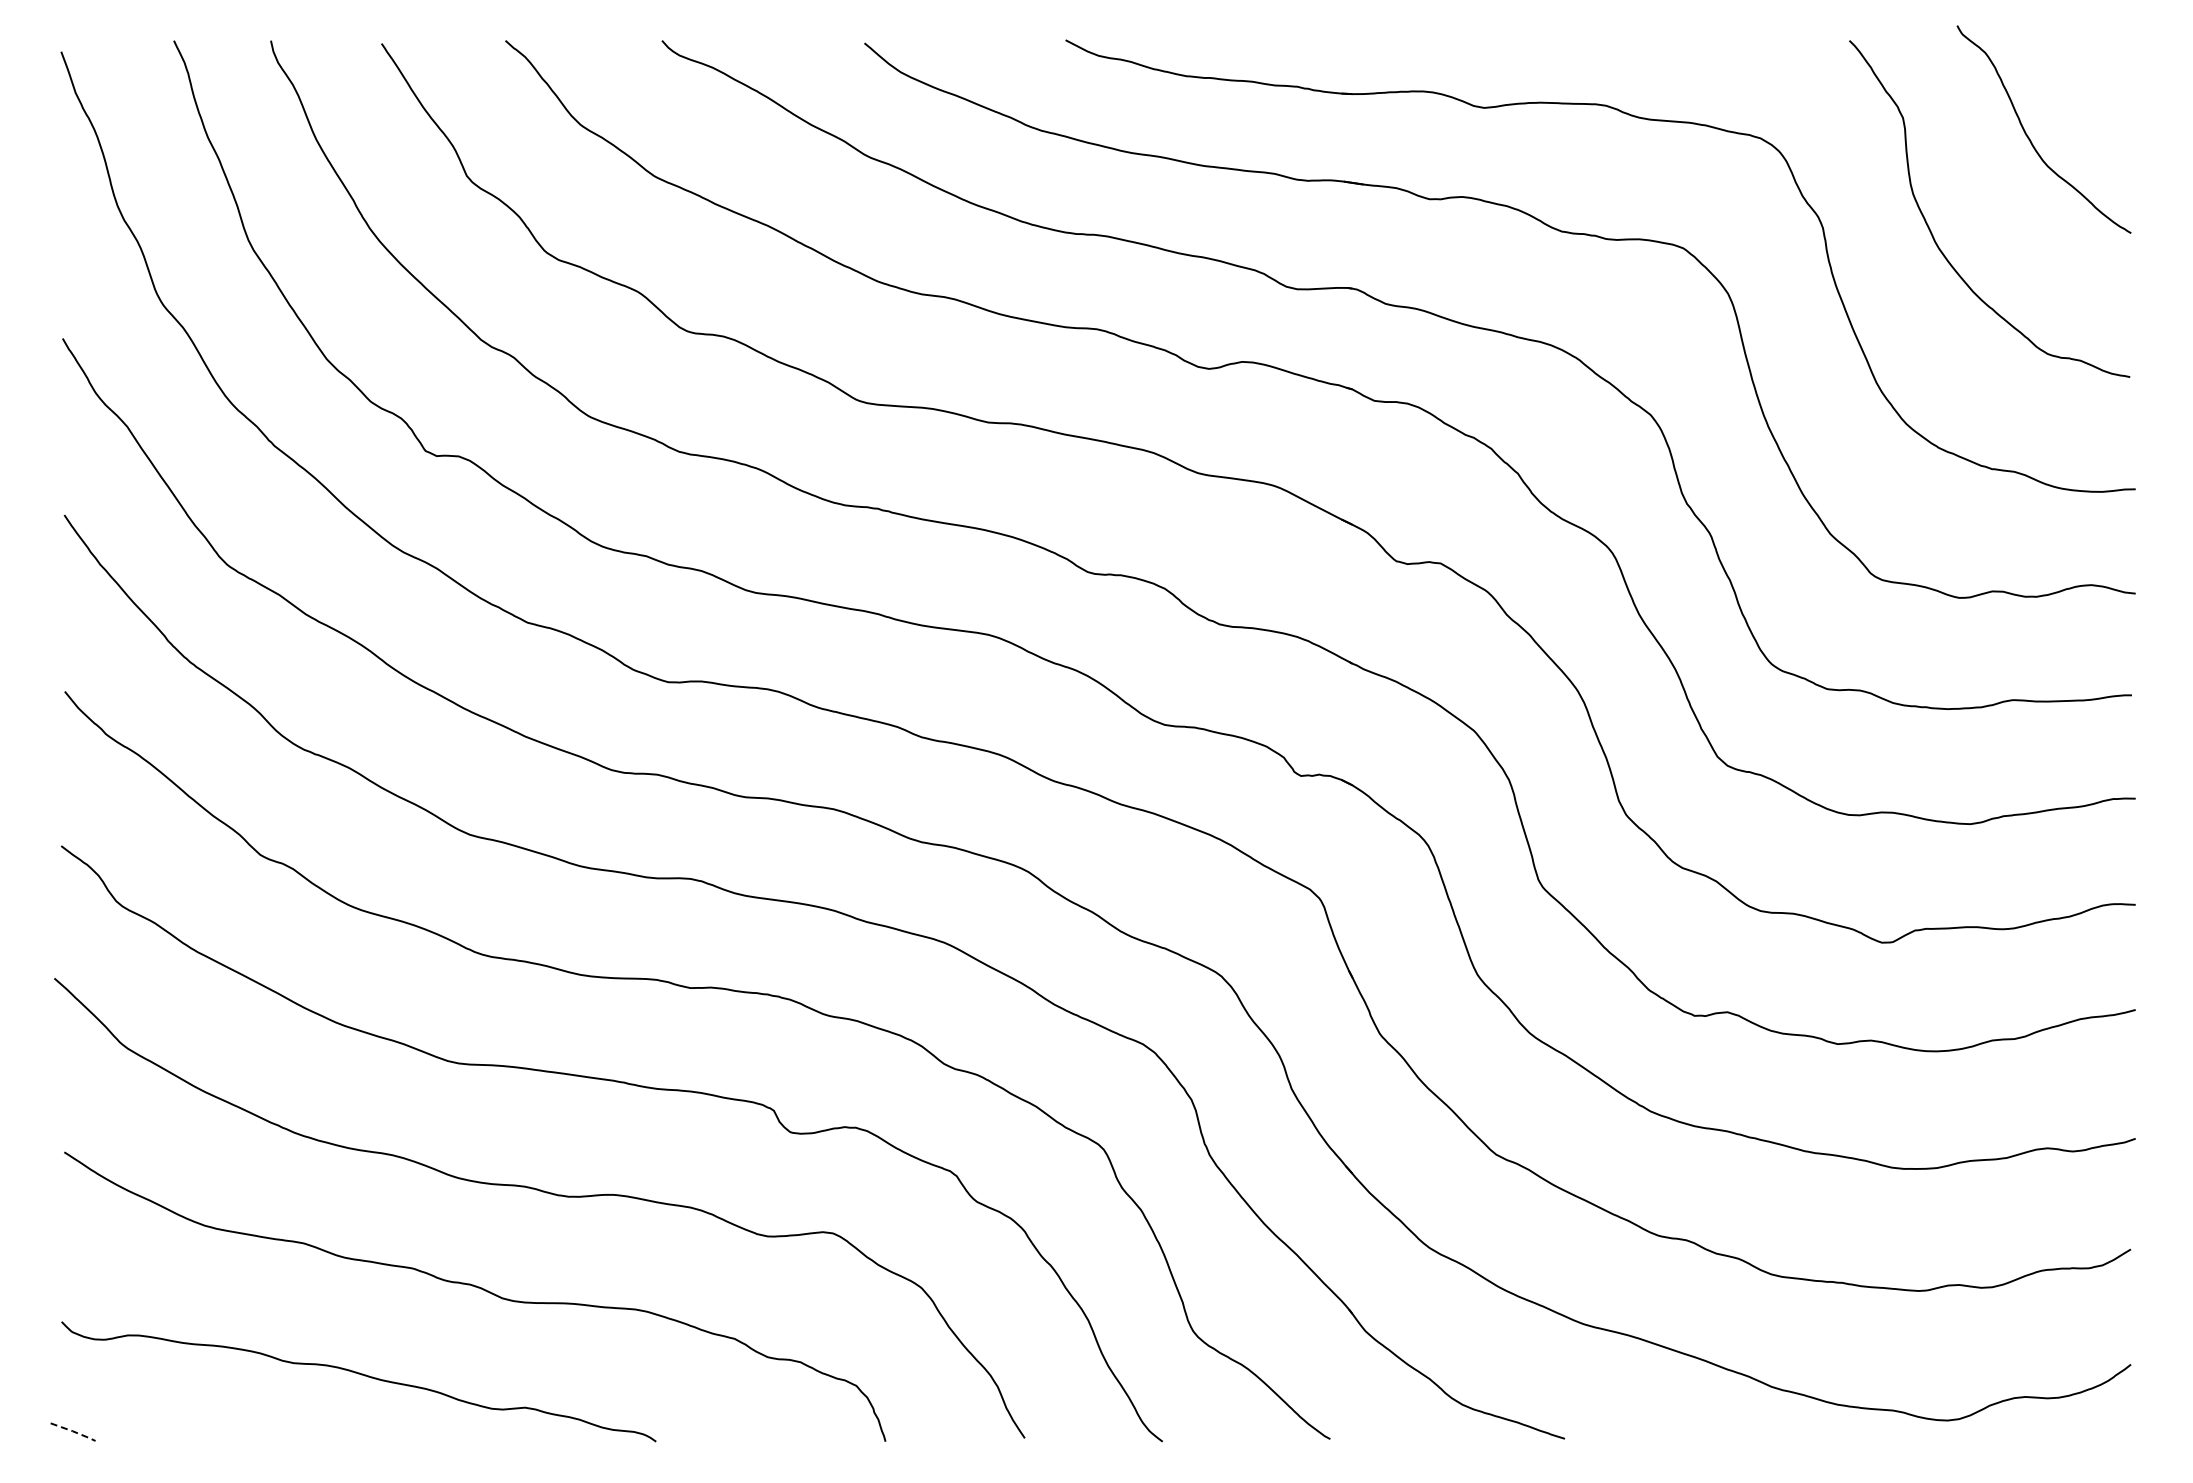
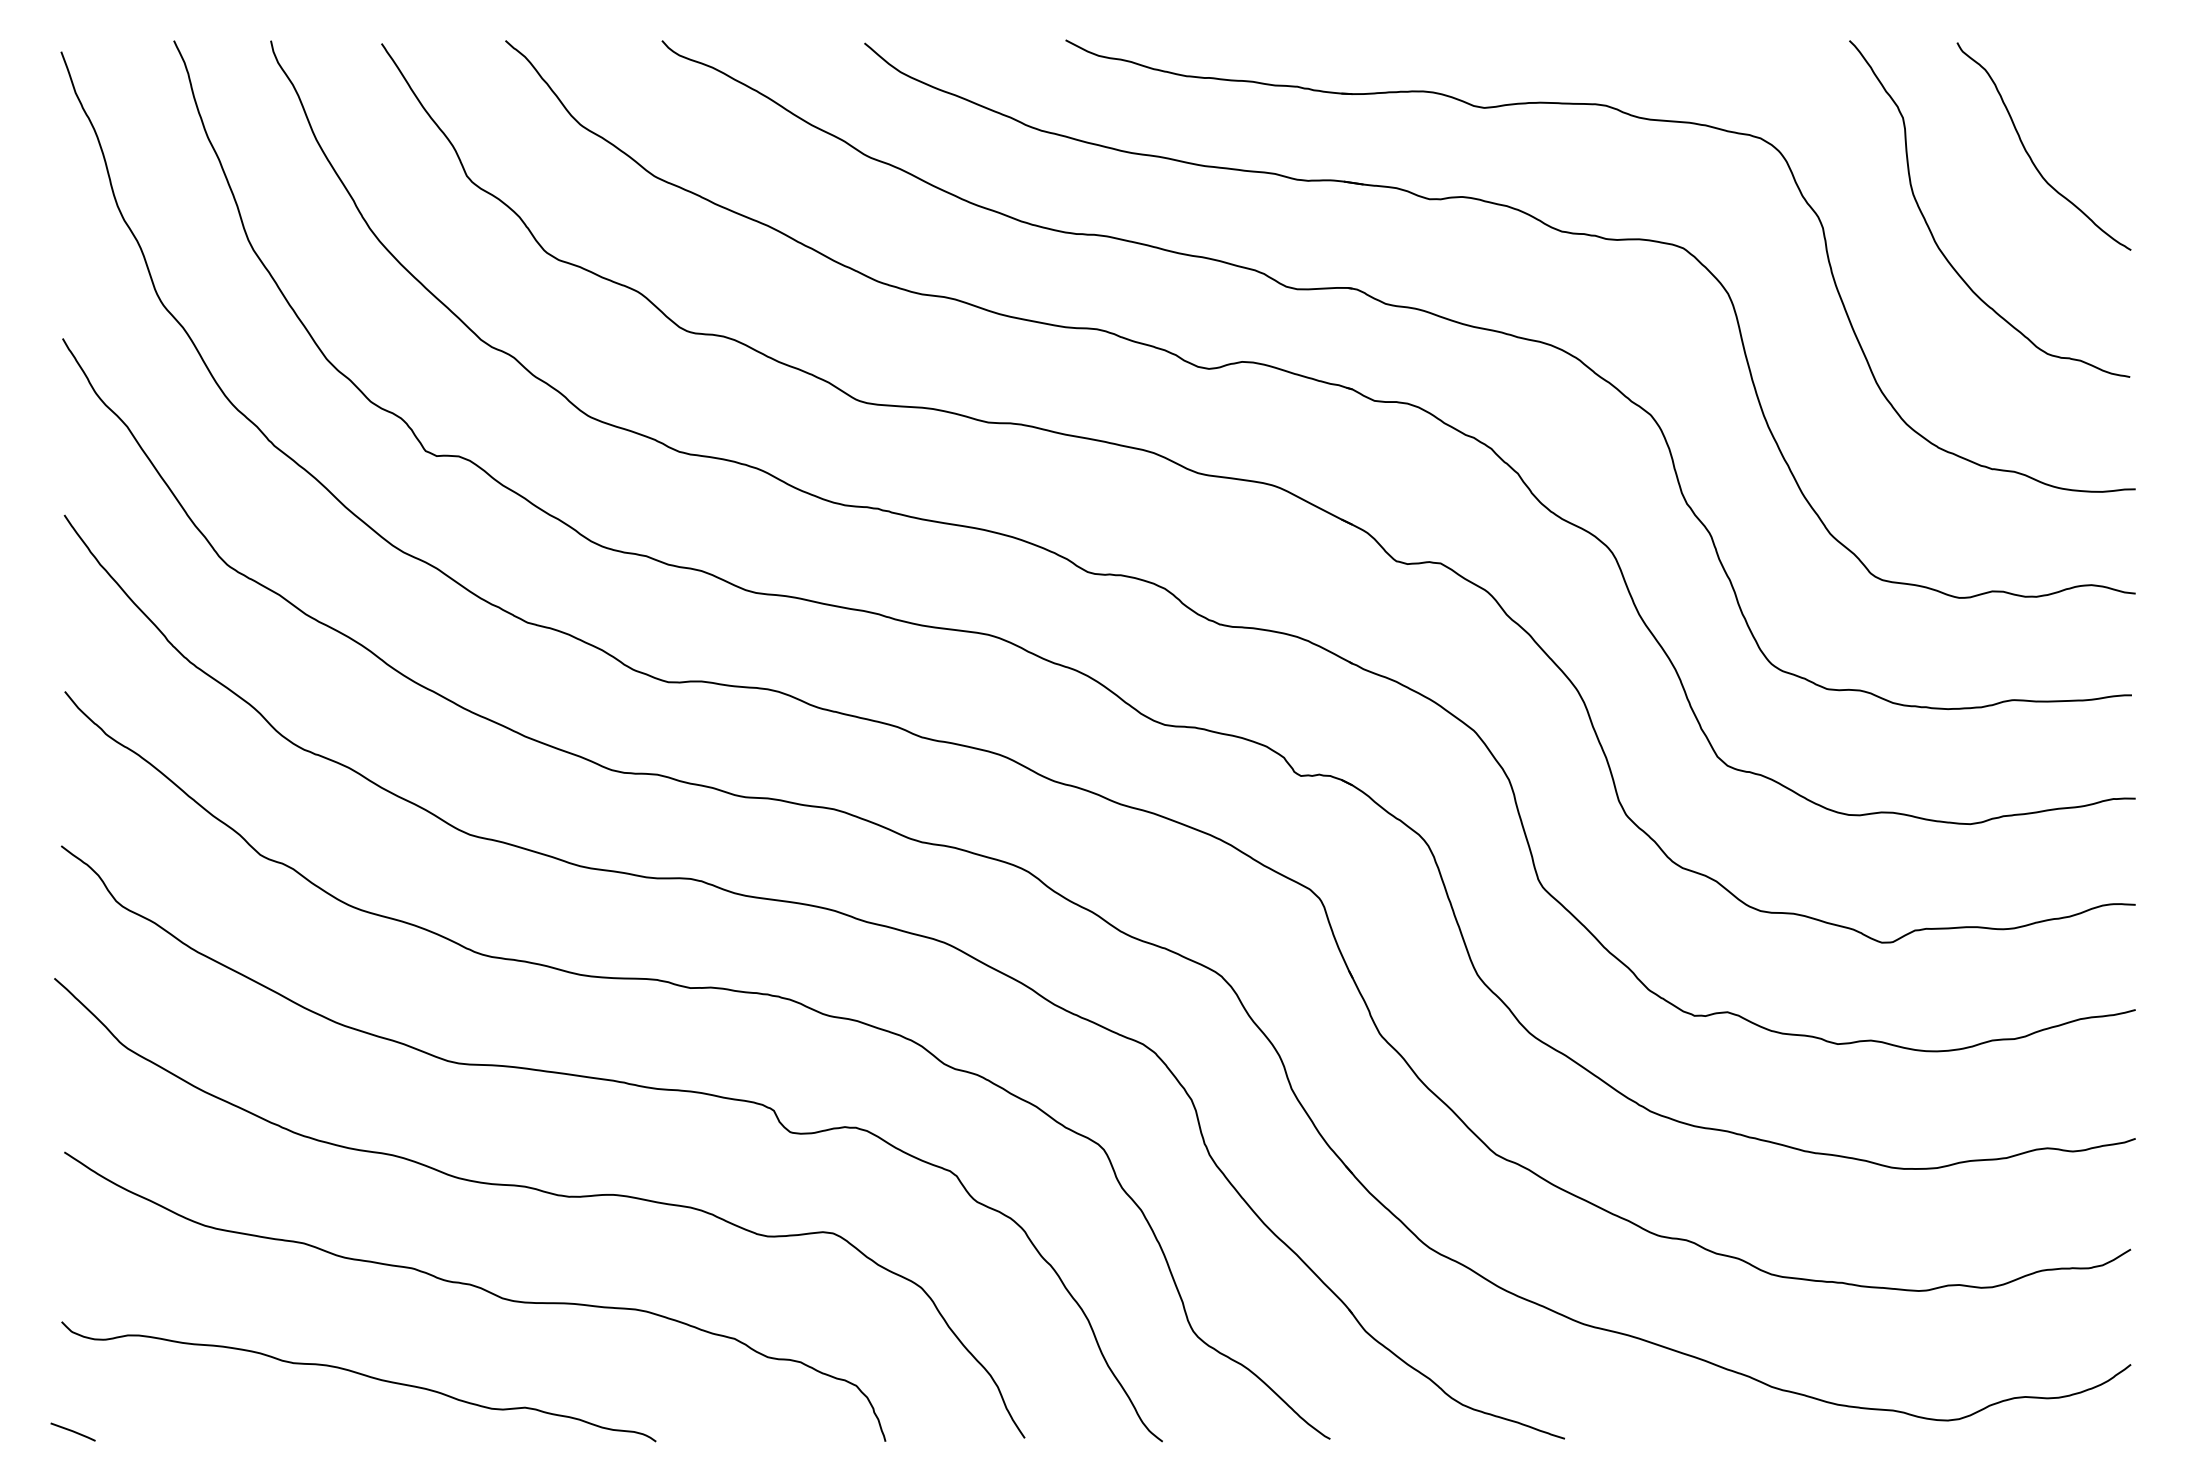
curve at (2029, 137) position: (2029, 137) -> (2029, 154)
line at (73, 1431): dashed -> solid
